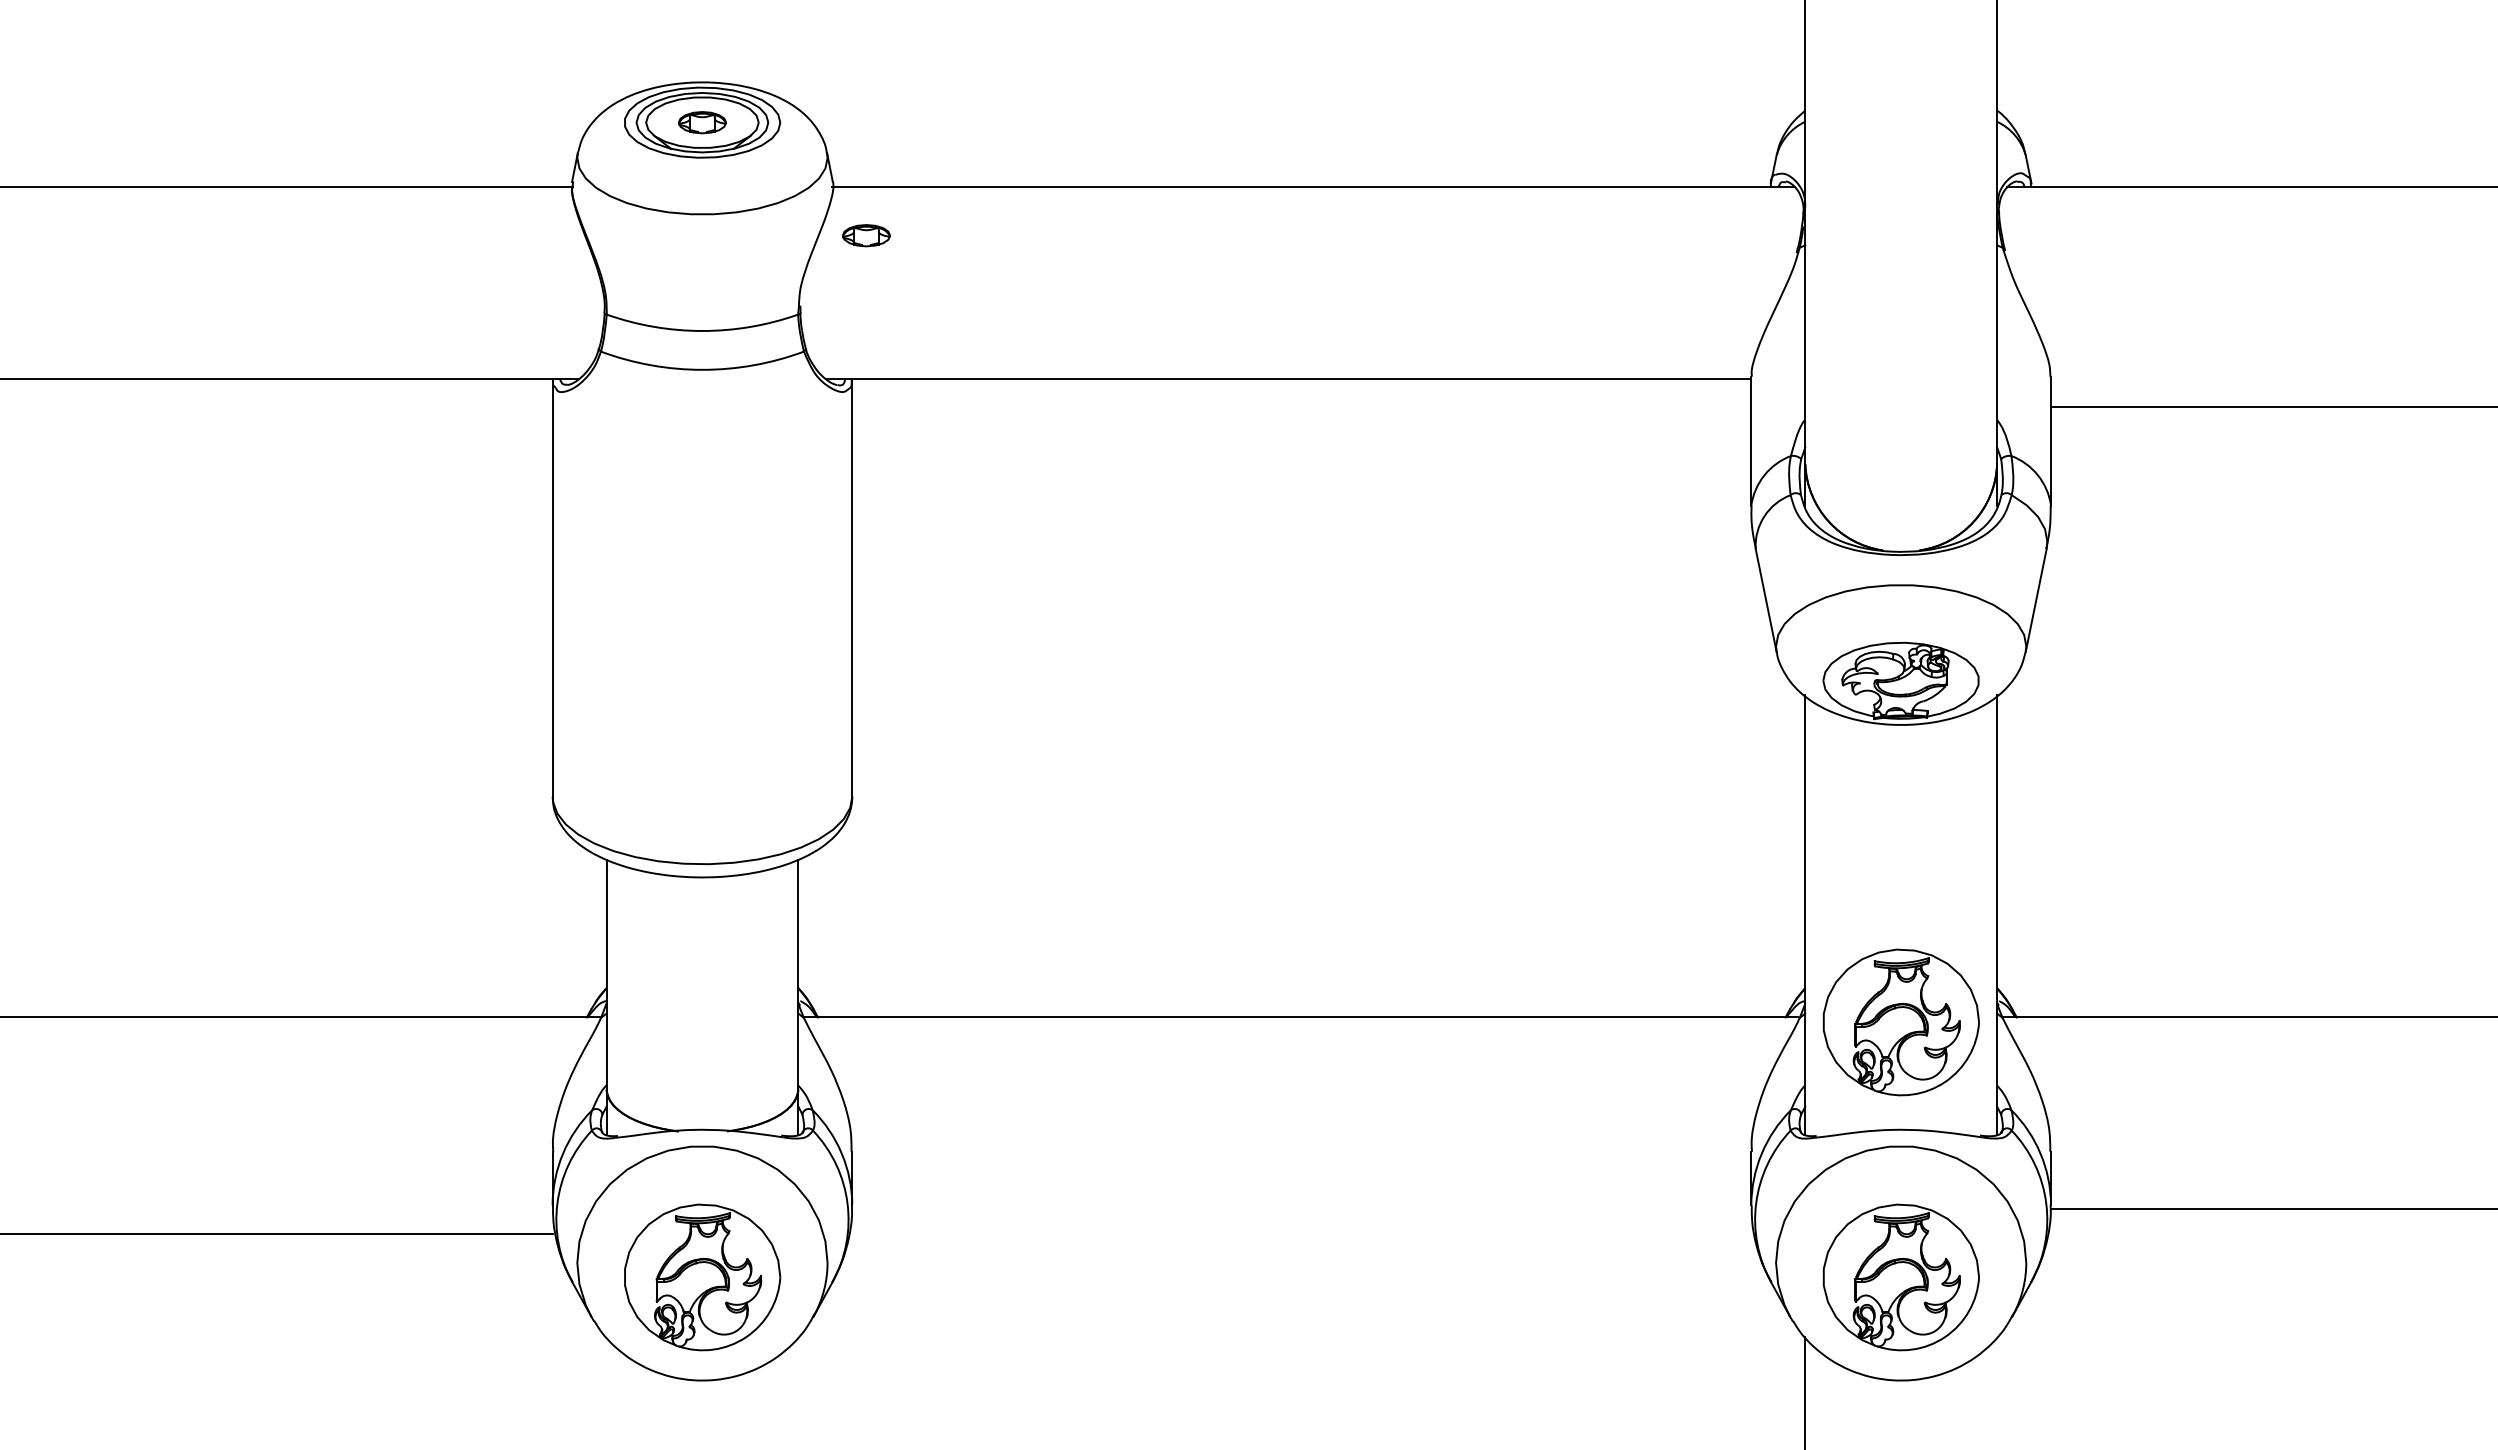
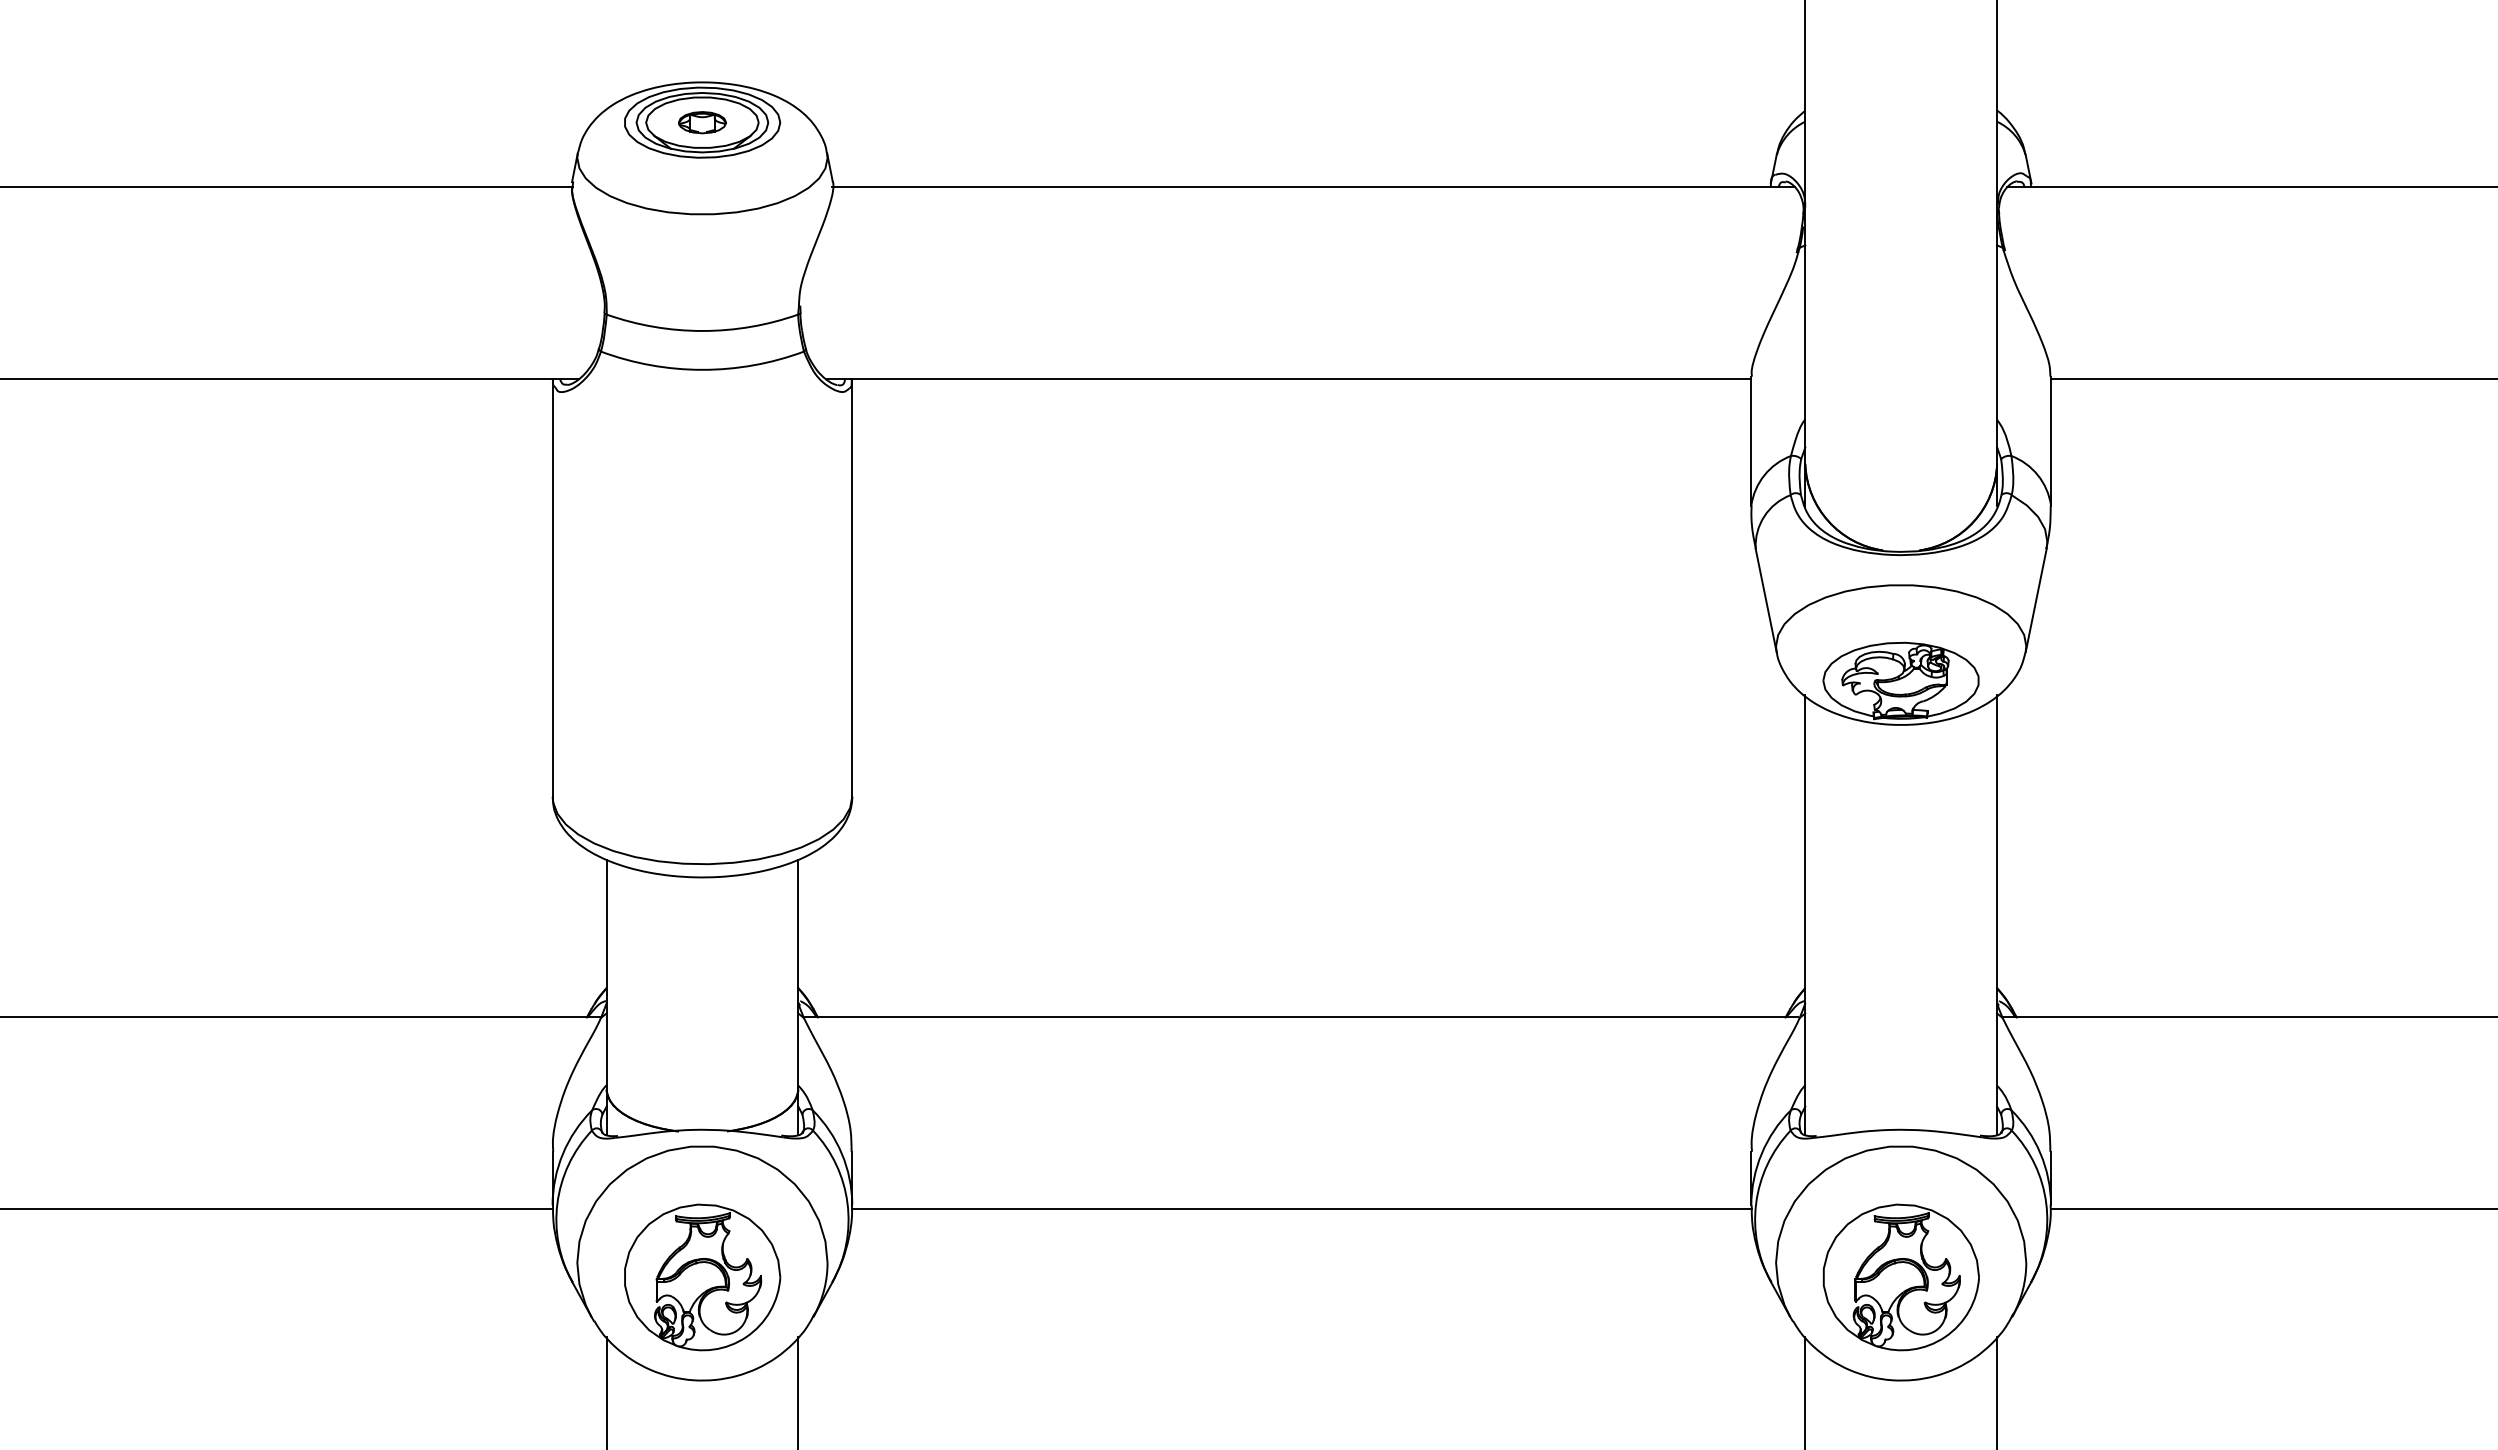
part at (866, 235): present -> none
line at (2272, 407) position: (2272, 407) -> (2272, 379)
part at (1900, 1022): present -> none
line at (1301, 1209): none -> present
line at (277, 1234) position: (277, 1234) -> (277, 1209)
line at (606, 1391): none -> present
line at (798, 1391): none -> present
line at (1997, 1391): none -> present
